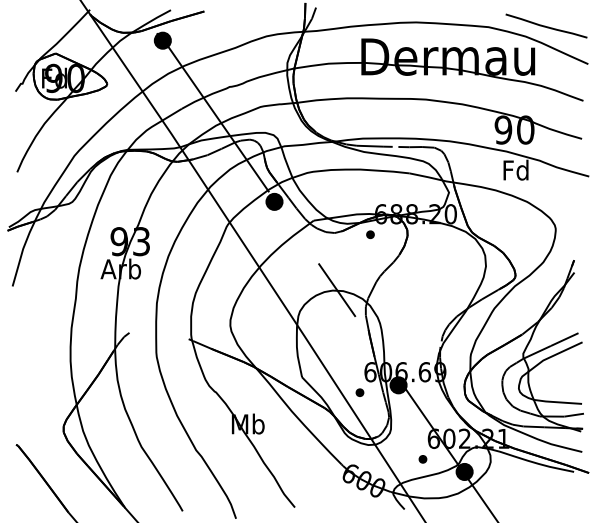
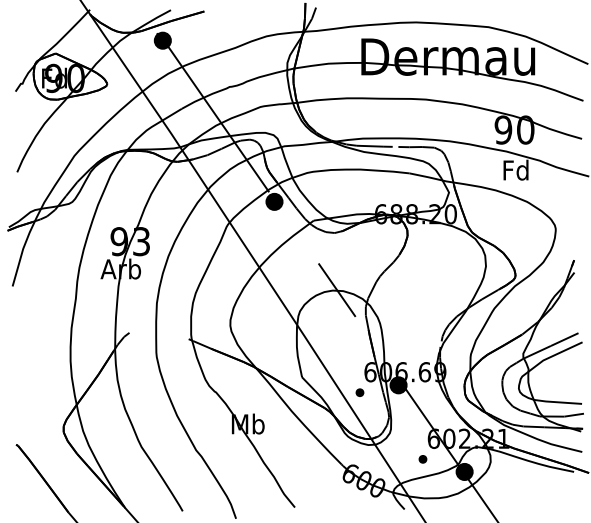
curve at (545, 25): present -> none
part at (370, 234): present -> none
